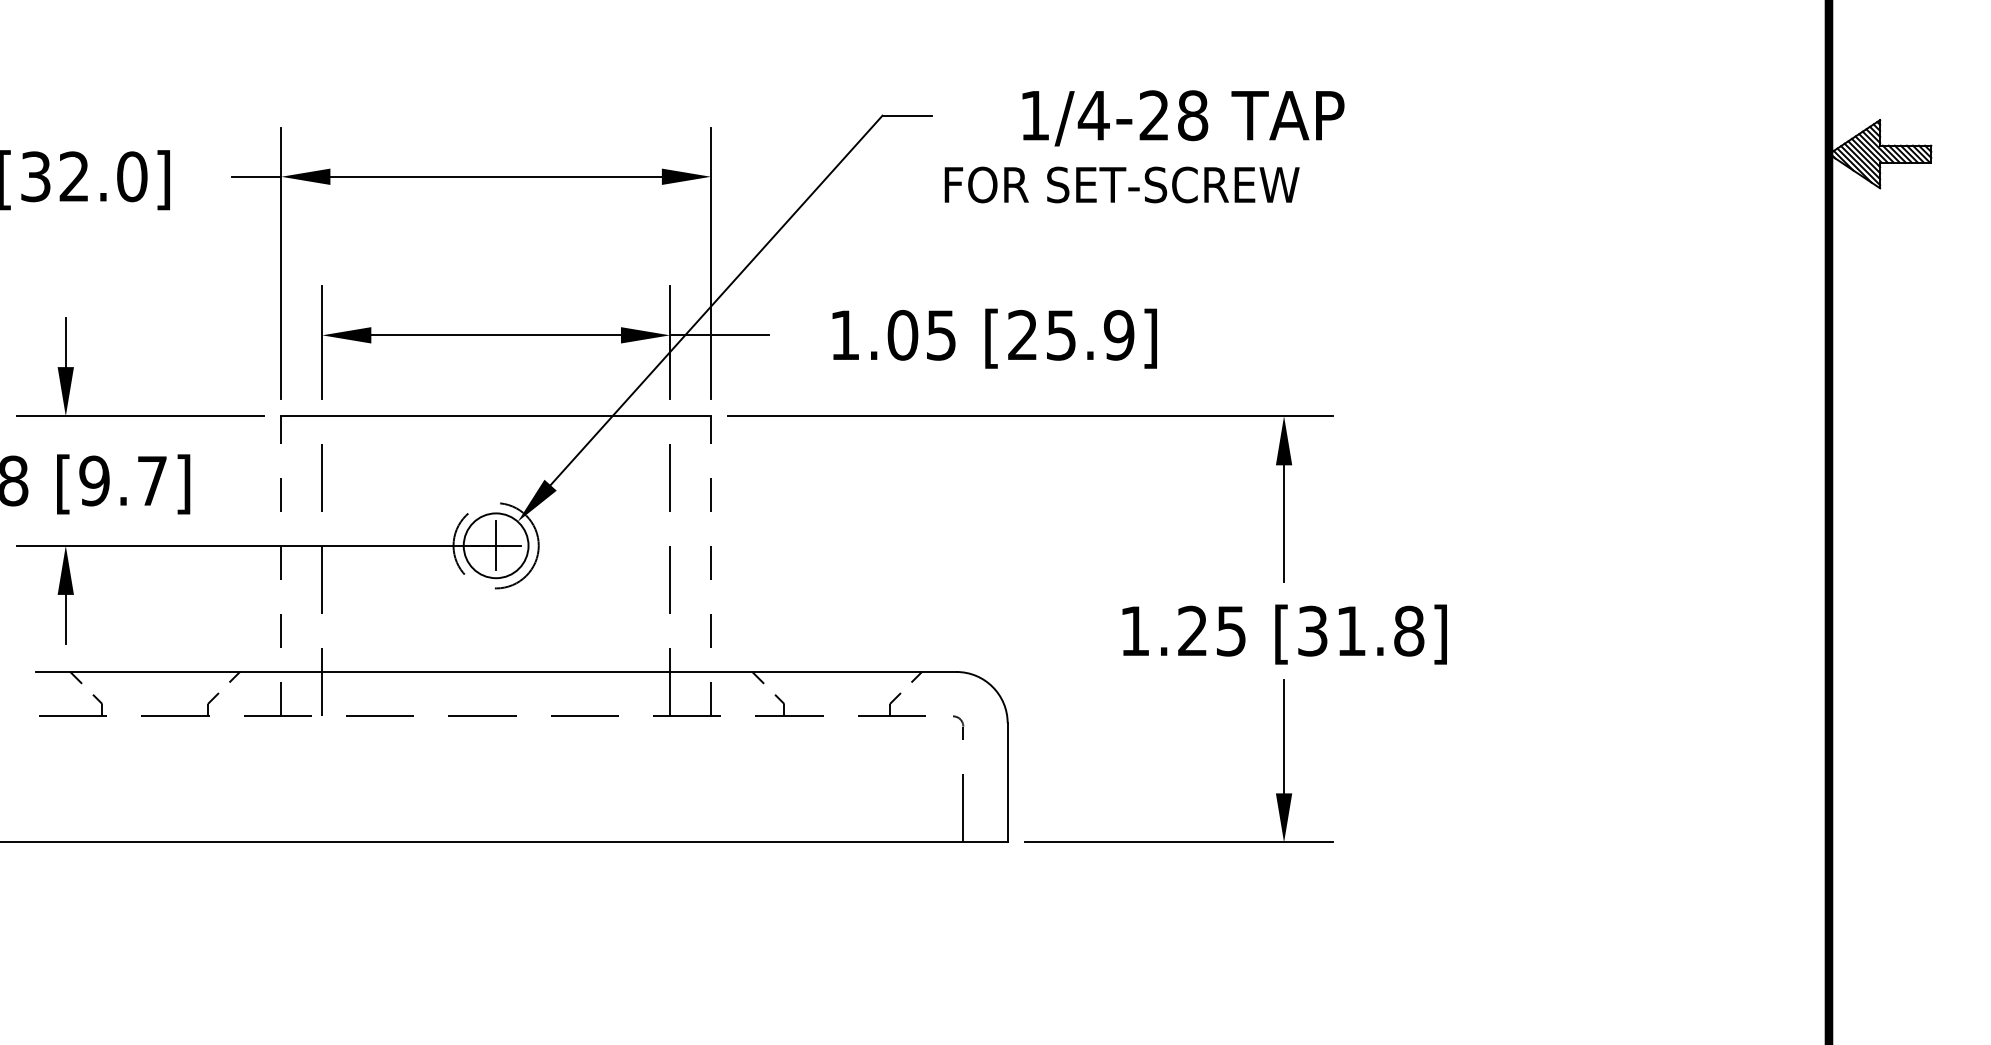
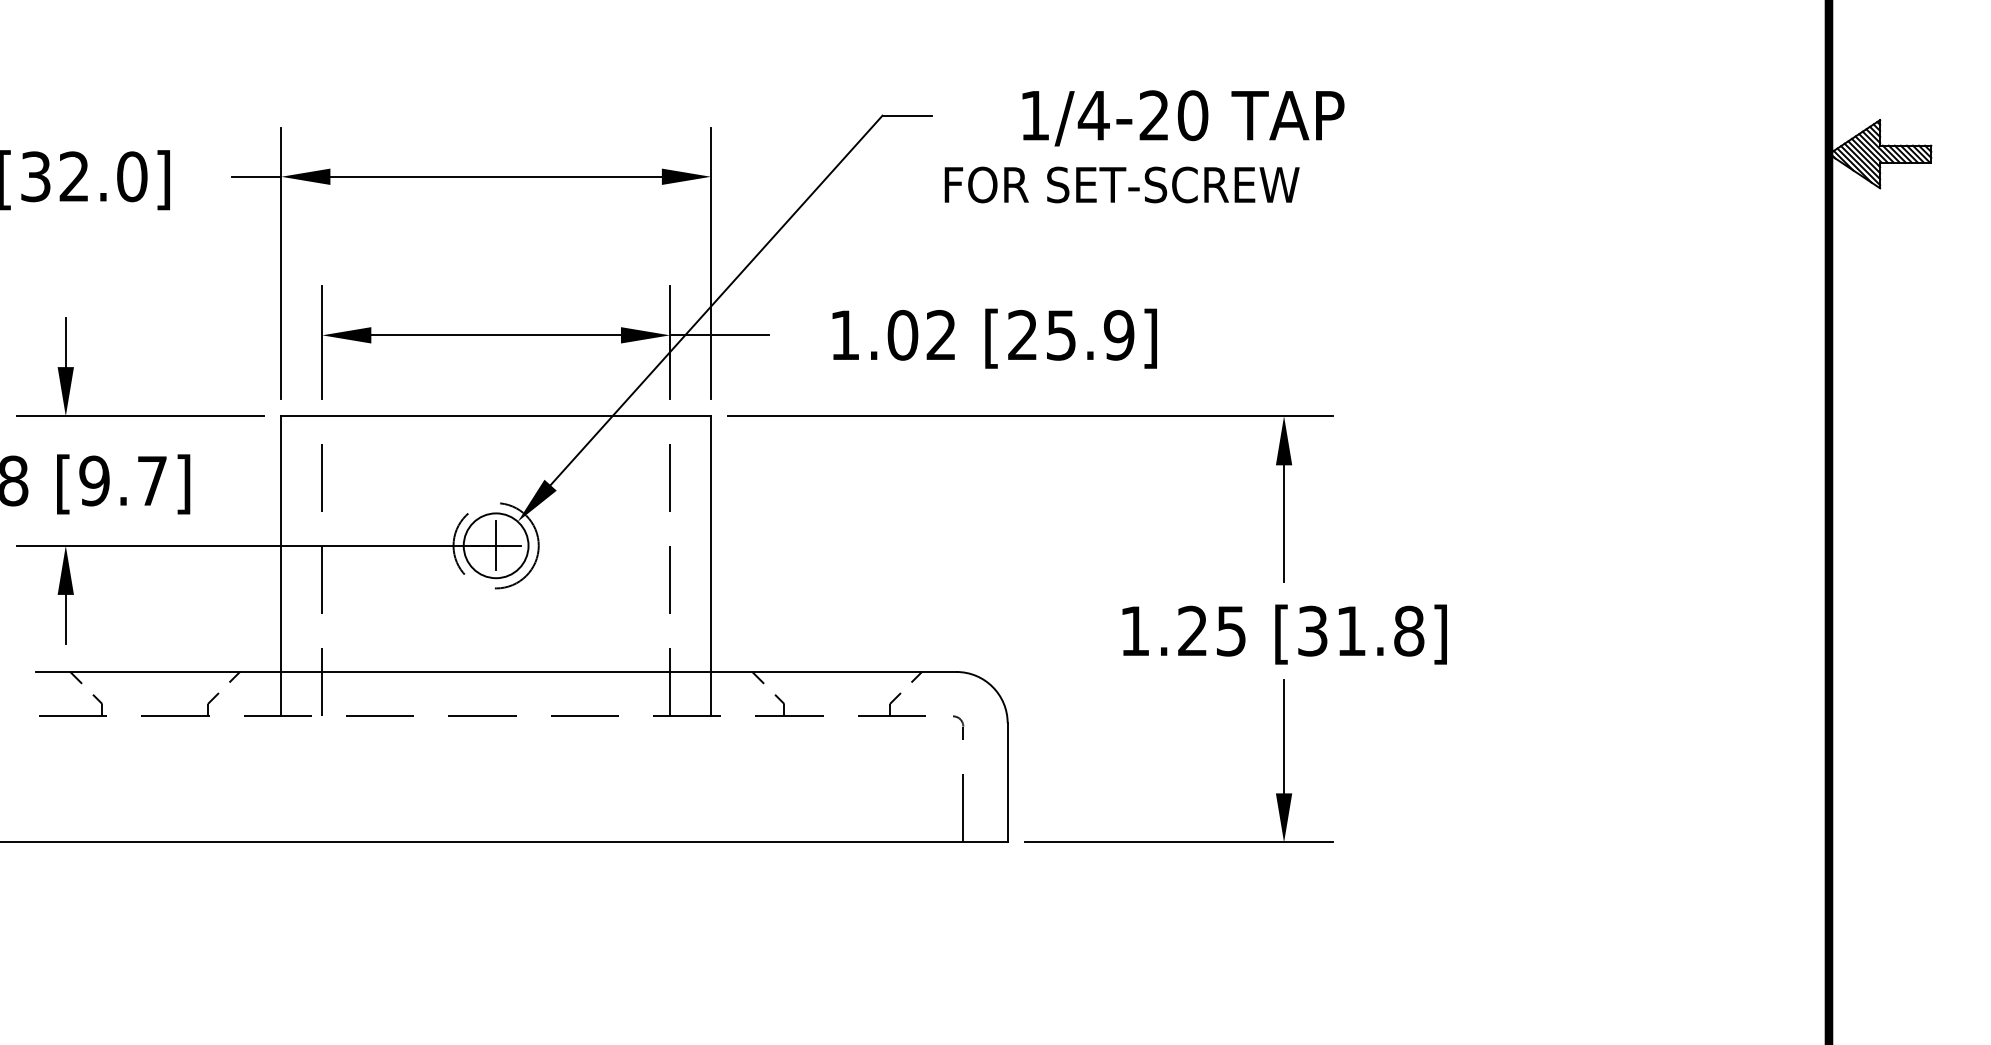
text at (1192, 115): 1/4-28 -> 1/4-20
text at (940, 335): 1.05 -> 1.02
line at (281, 565): dashed -> solid
line at (710, 565): dashed -> solid
